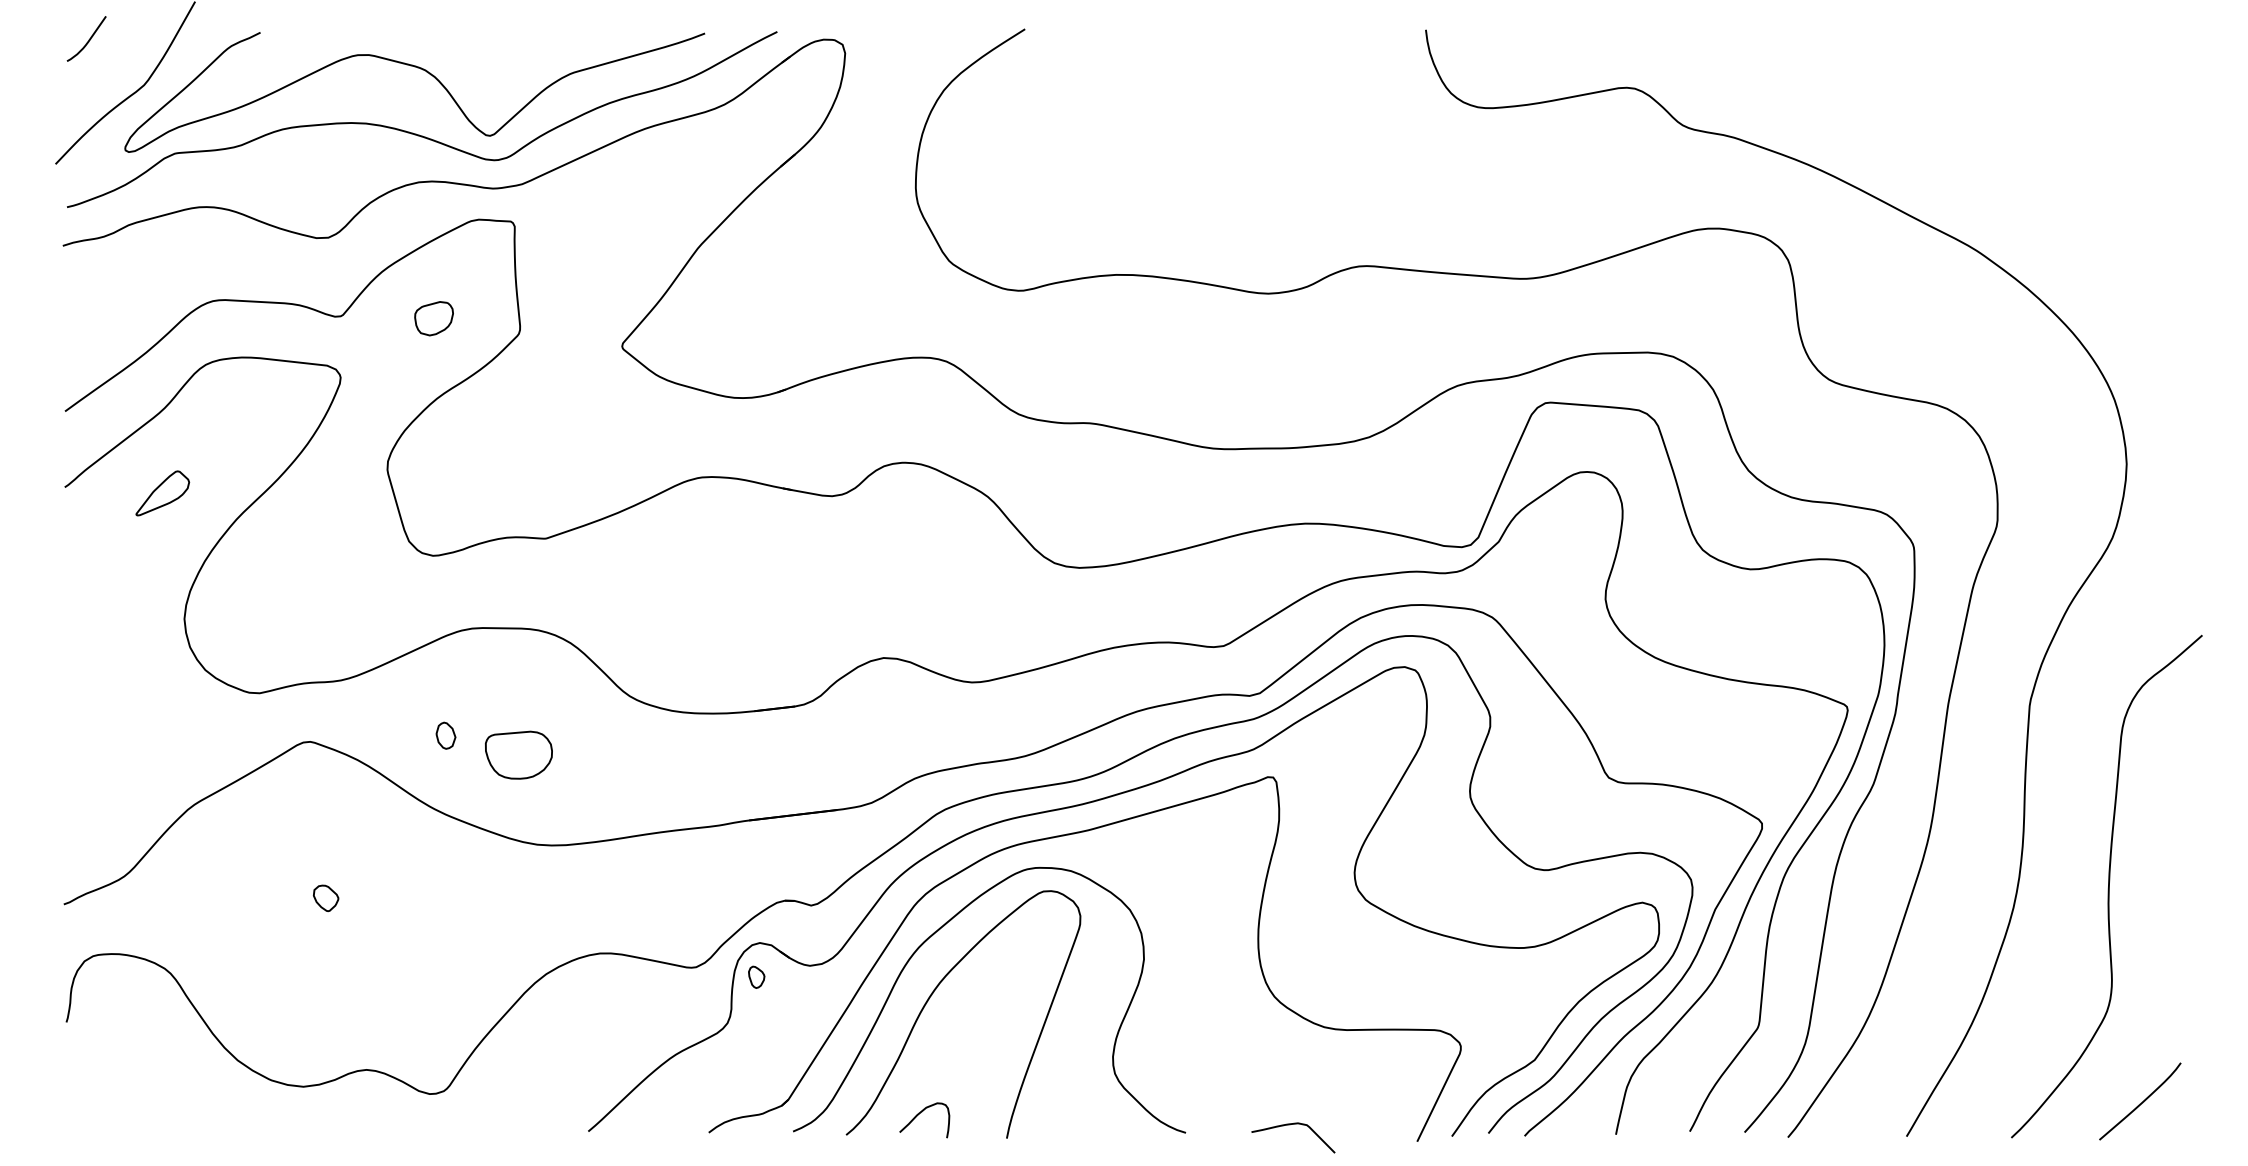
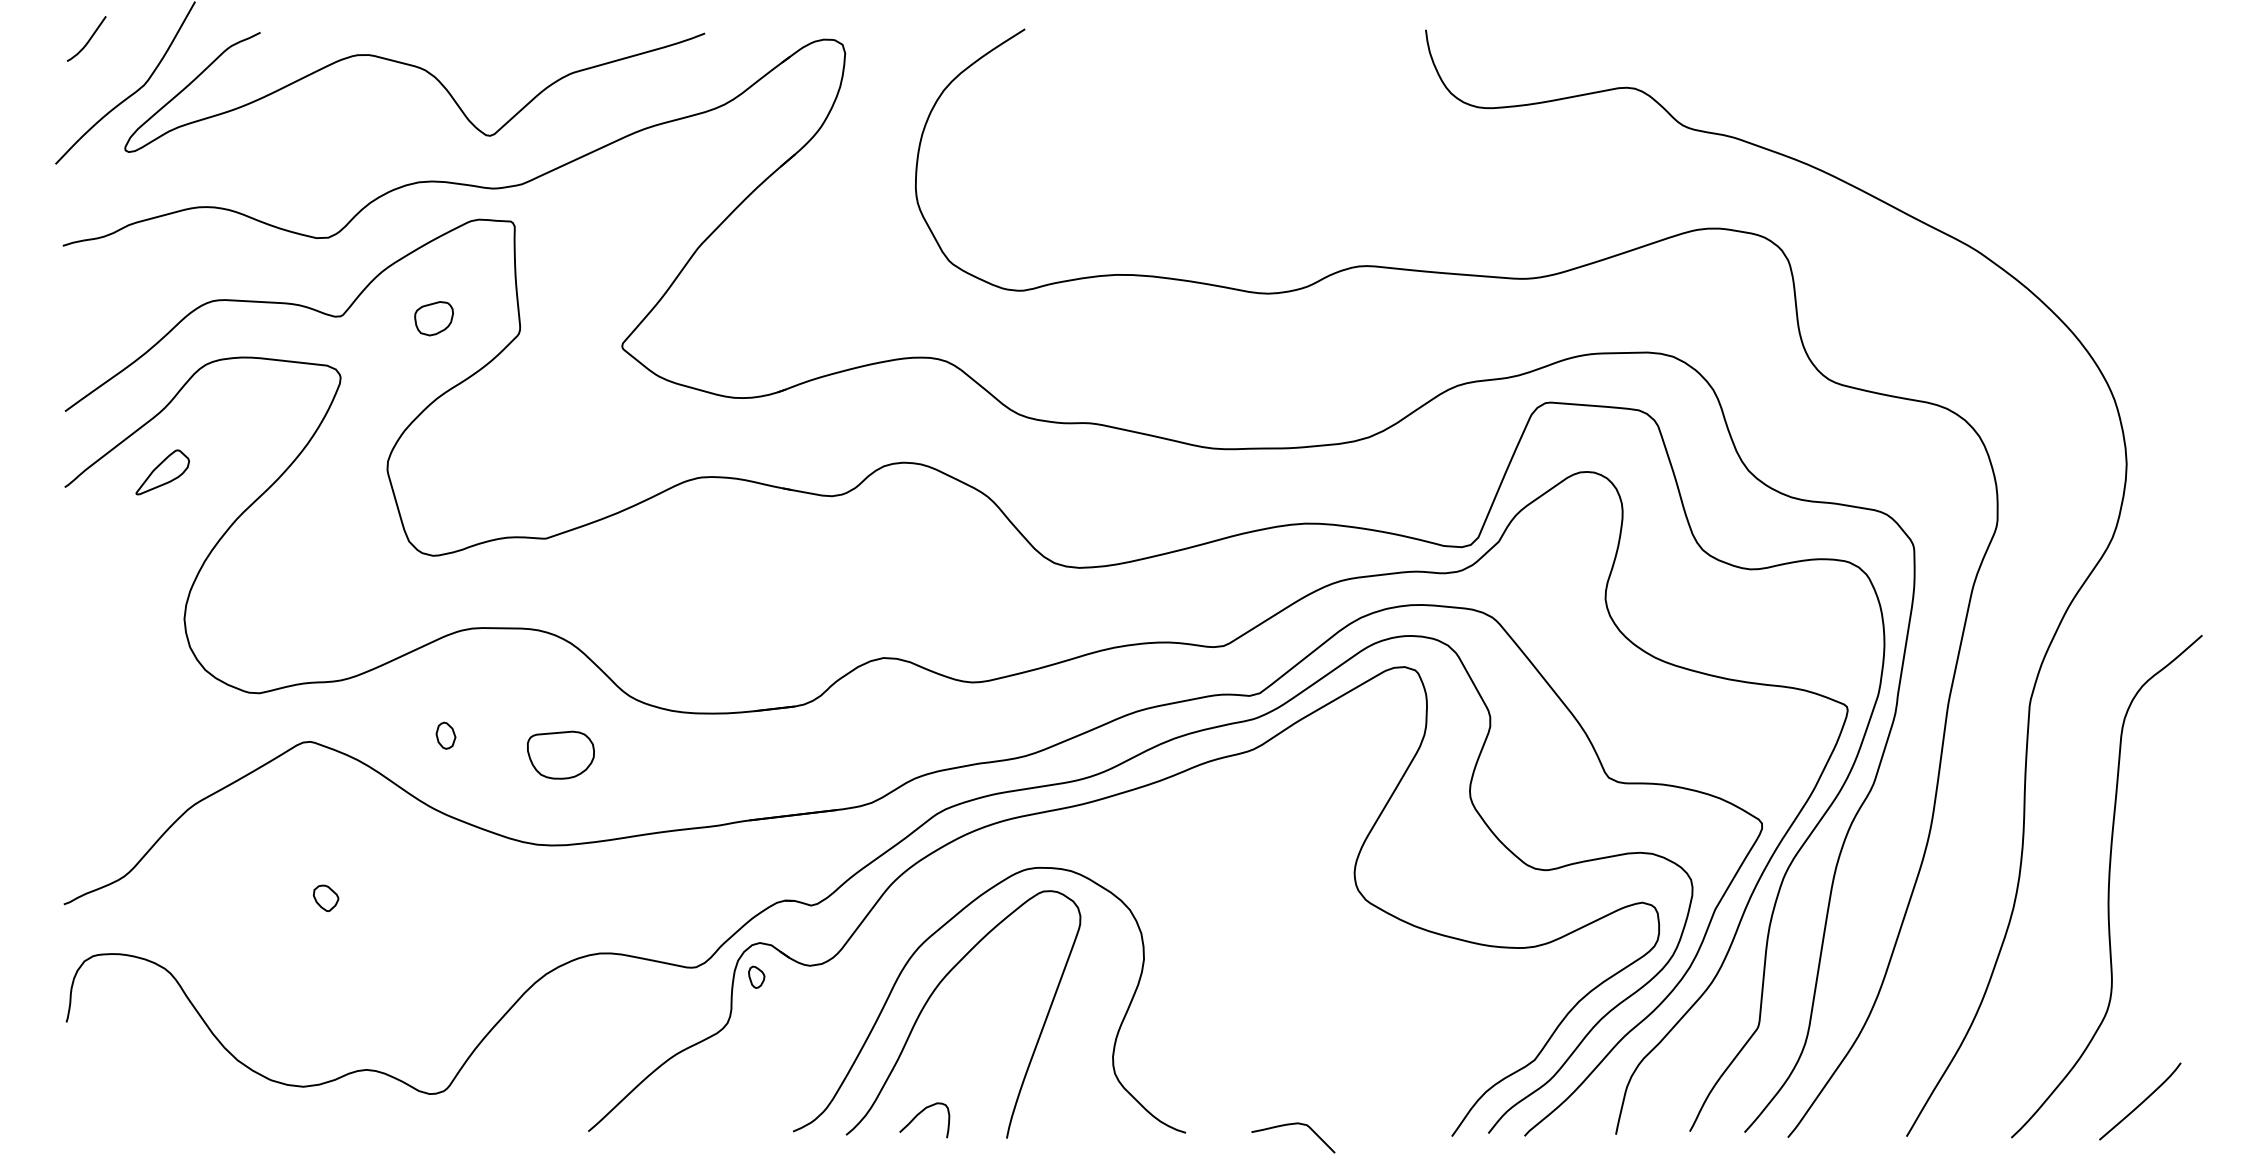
curve at (416, 133): present -> none
part at (162, 493) position: (162, 493) -> (162, 472)
part at (518, 754) position: (518, 754) -> (560, 754)
part at (1059, 837): present -> none
